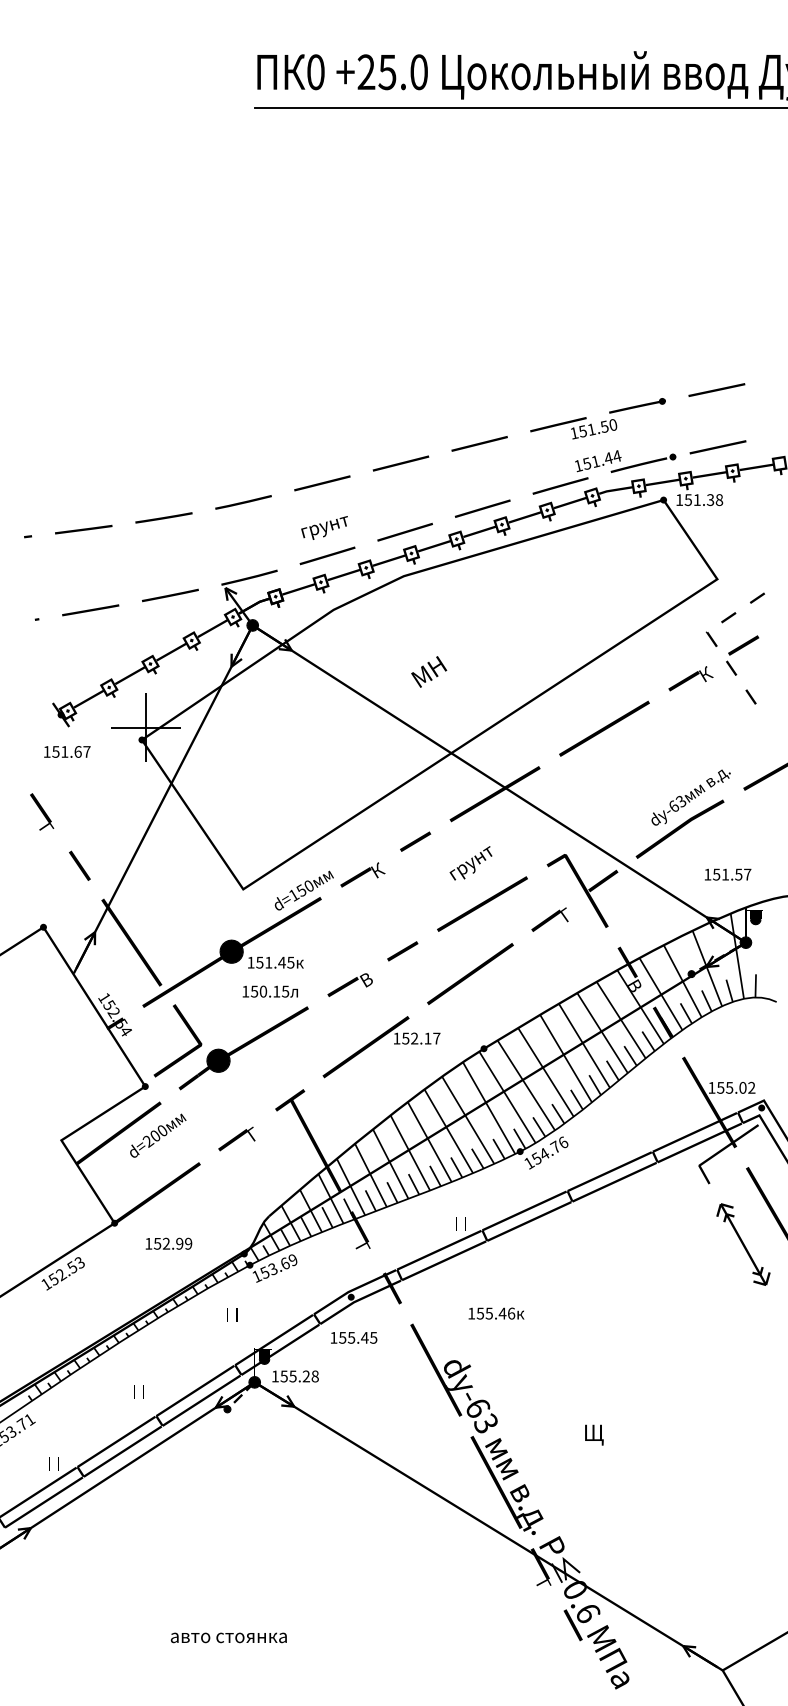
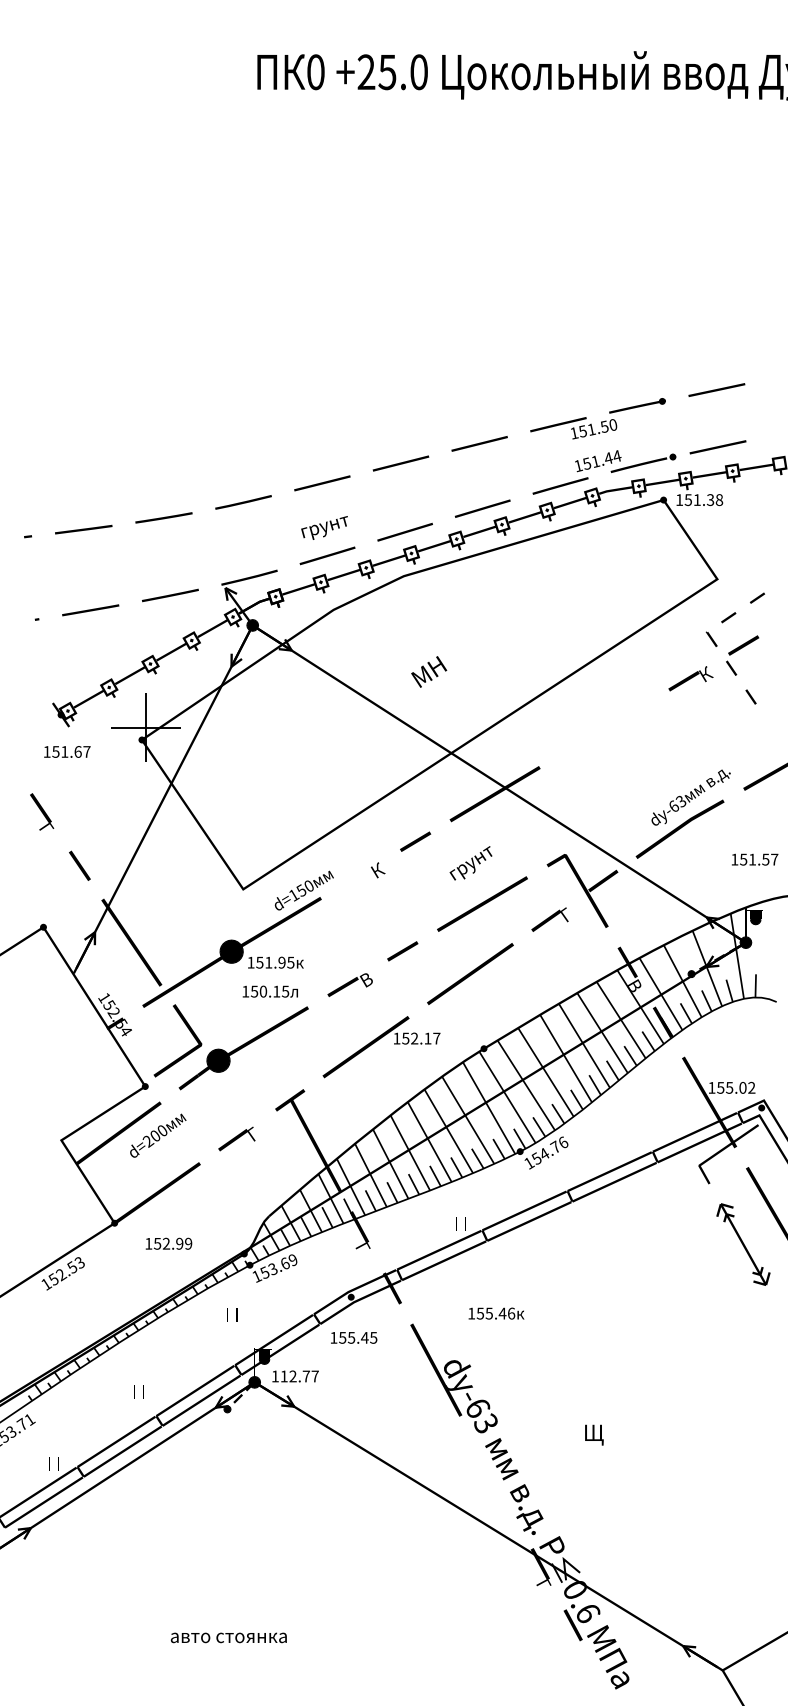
line at (519, 107): present -> none
fill at (604, 728): present -> none
text at (728, 874) position: (728, 874) -> (755, 859)
fill at (355, 877): present -> none
text at (281, 962): 151.45 -> 151.95
text at (299, 1376): 155.28 -> 112.77
fill at (496, 1482): present -> none
